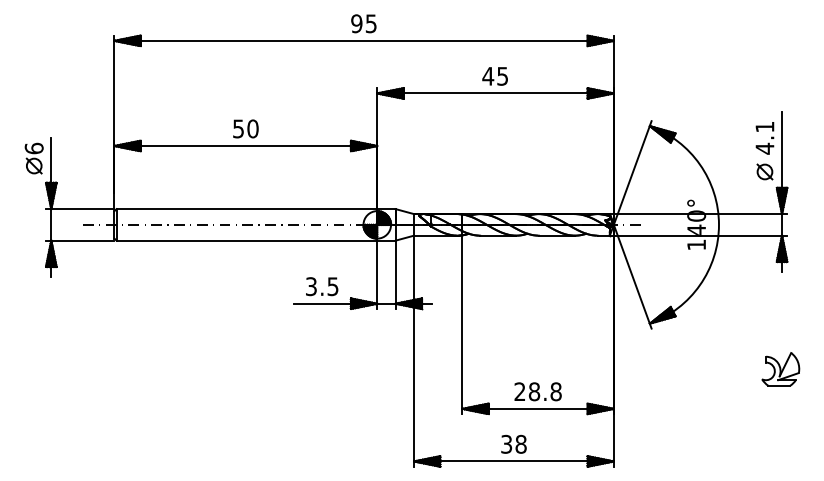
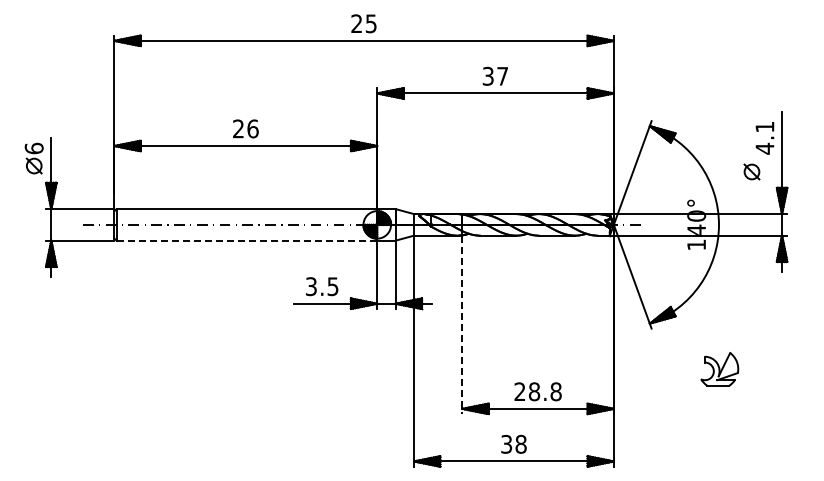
text at (356, 23): 95 -> 25
text at (494, 75): 45 -> 37
text at (245, 128): 50 -> 26
part at (764, 171) position: (764, 171) -> (751, 171)
line at (247, 240): solid -> dashed
line at (462, 325): solid -> dashed
part at (780, 369) position: (780, 369) -> (719, 369)
